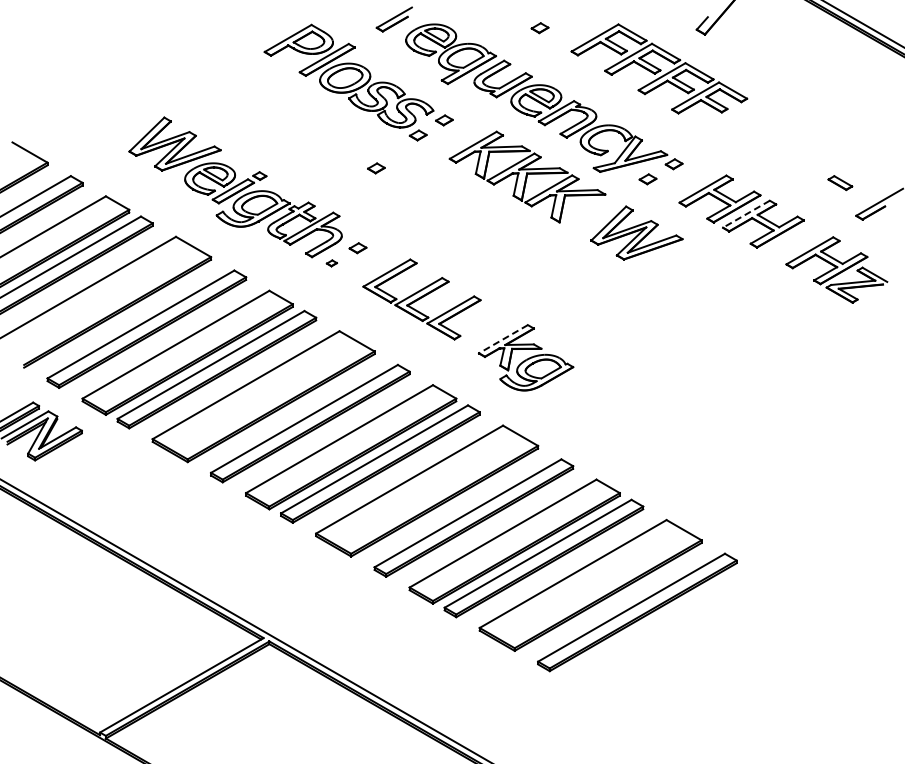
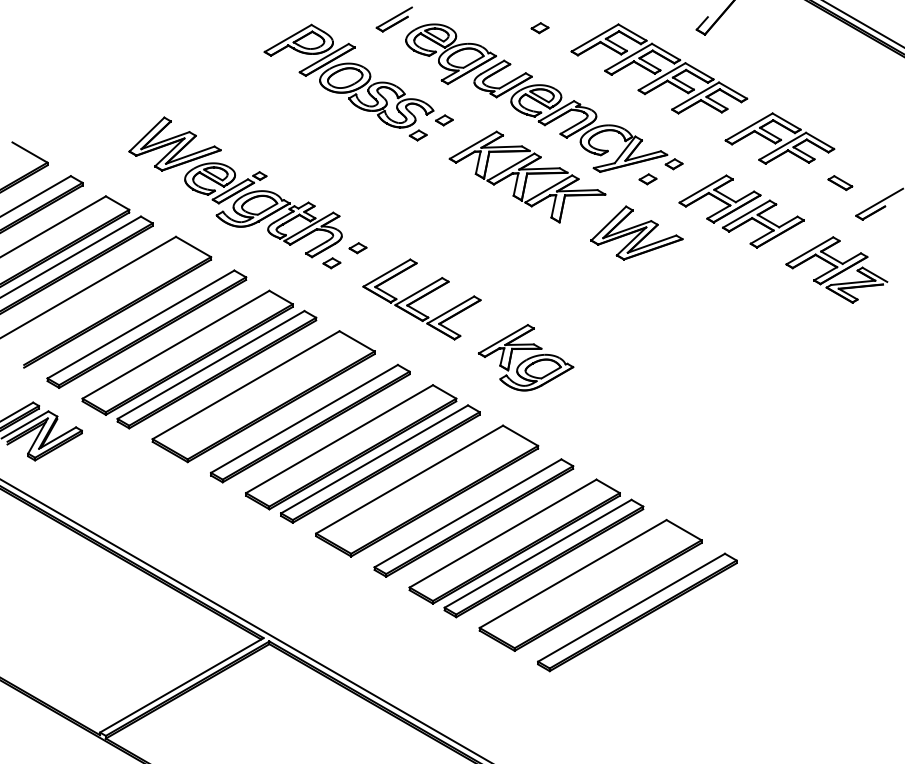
part at (779, 138): none -> present
part at (376, 168): present -> none
line at (746, 214): dashed -> solid
part at (331, 263) size: 13x9 px -> 20x13 px
line at (503, 339): dashed -> solid
